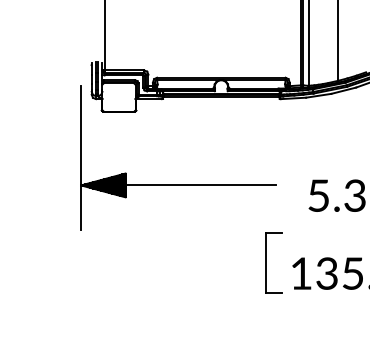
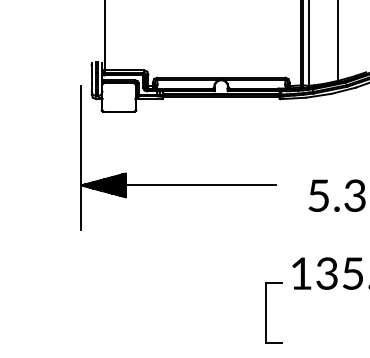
part at (266, 262) position: (266, 262) -> (266, 312)
